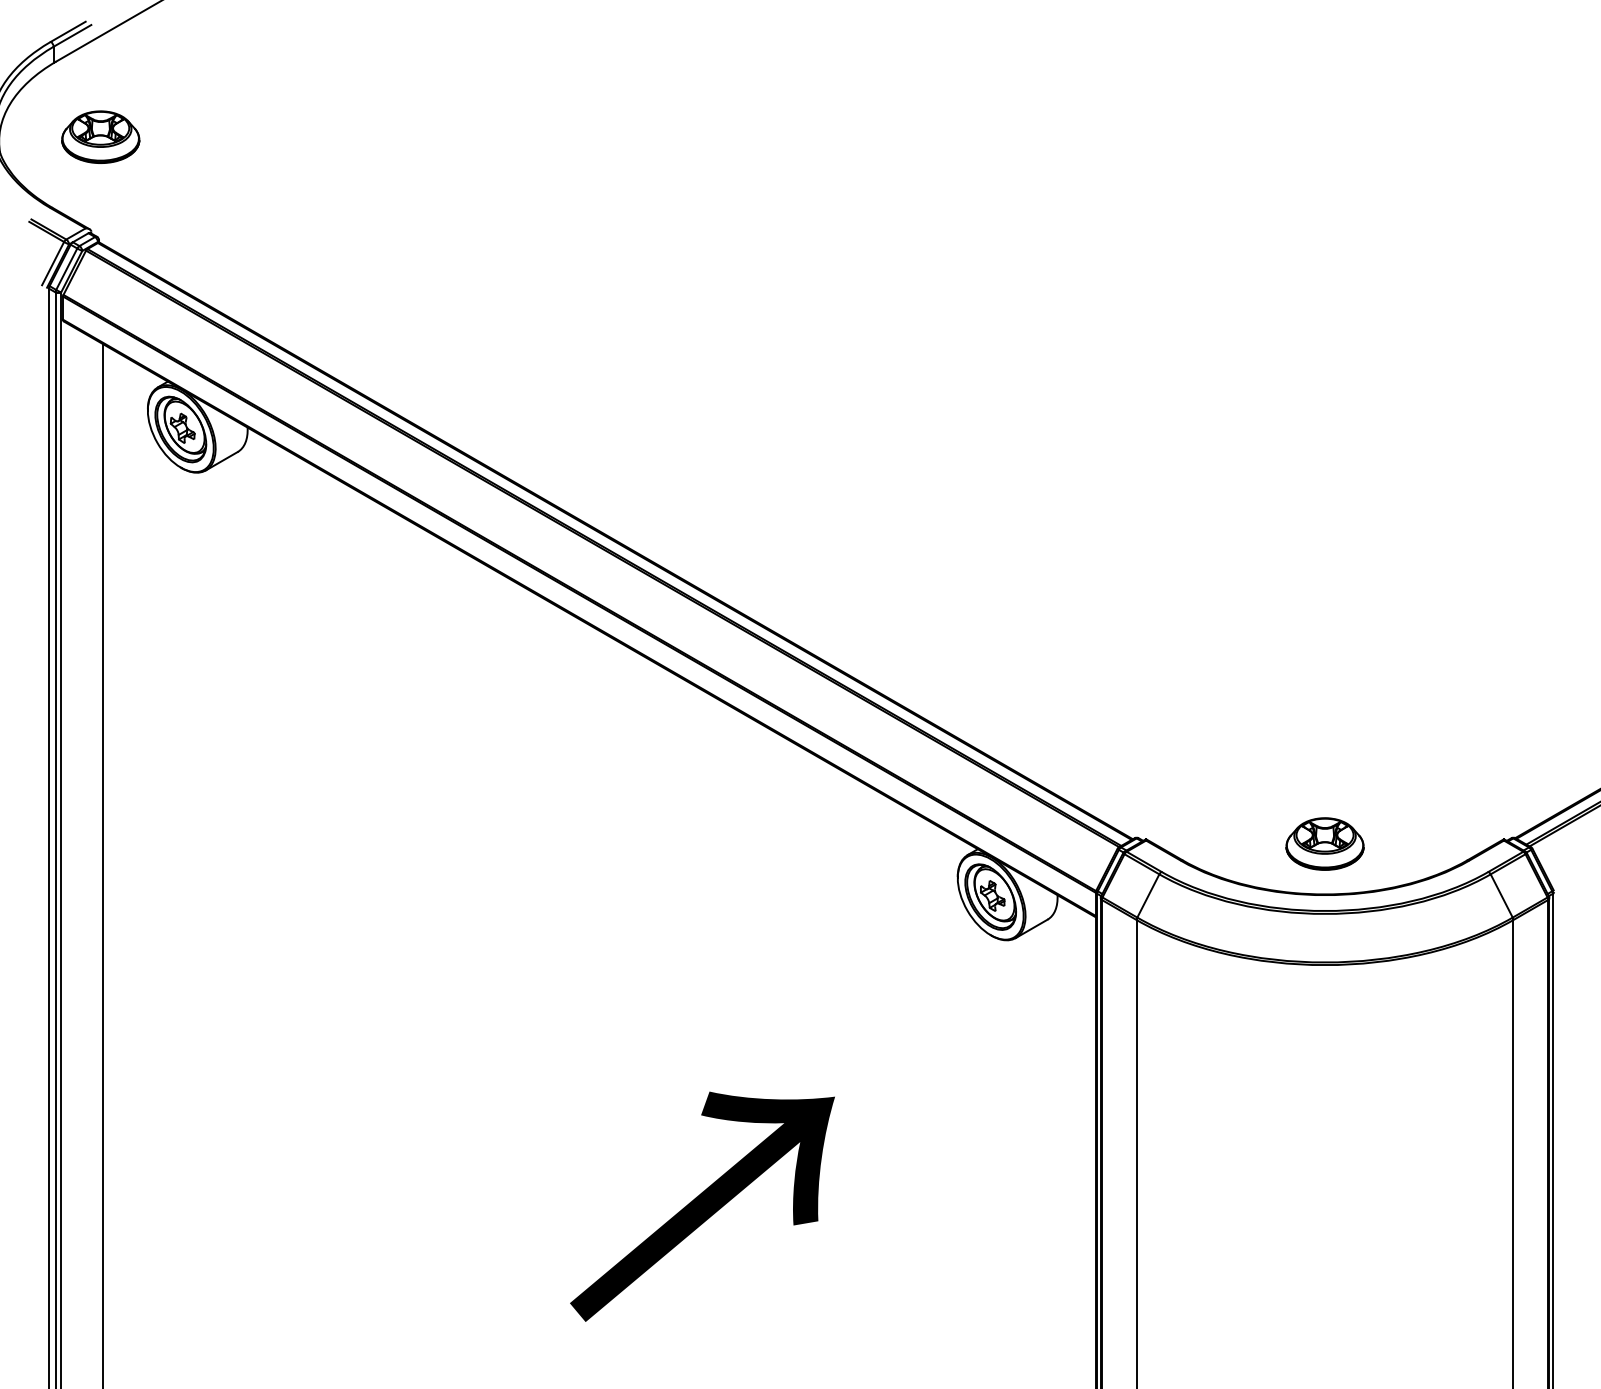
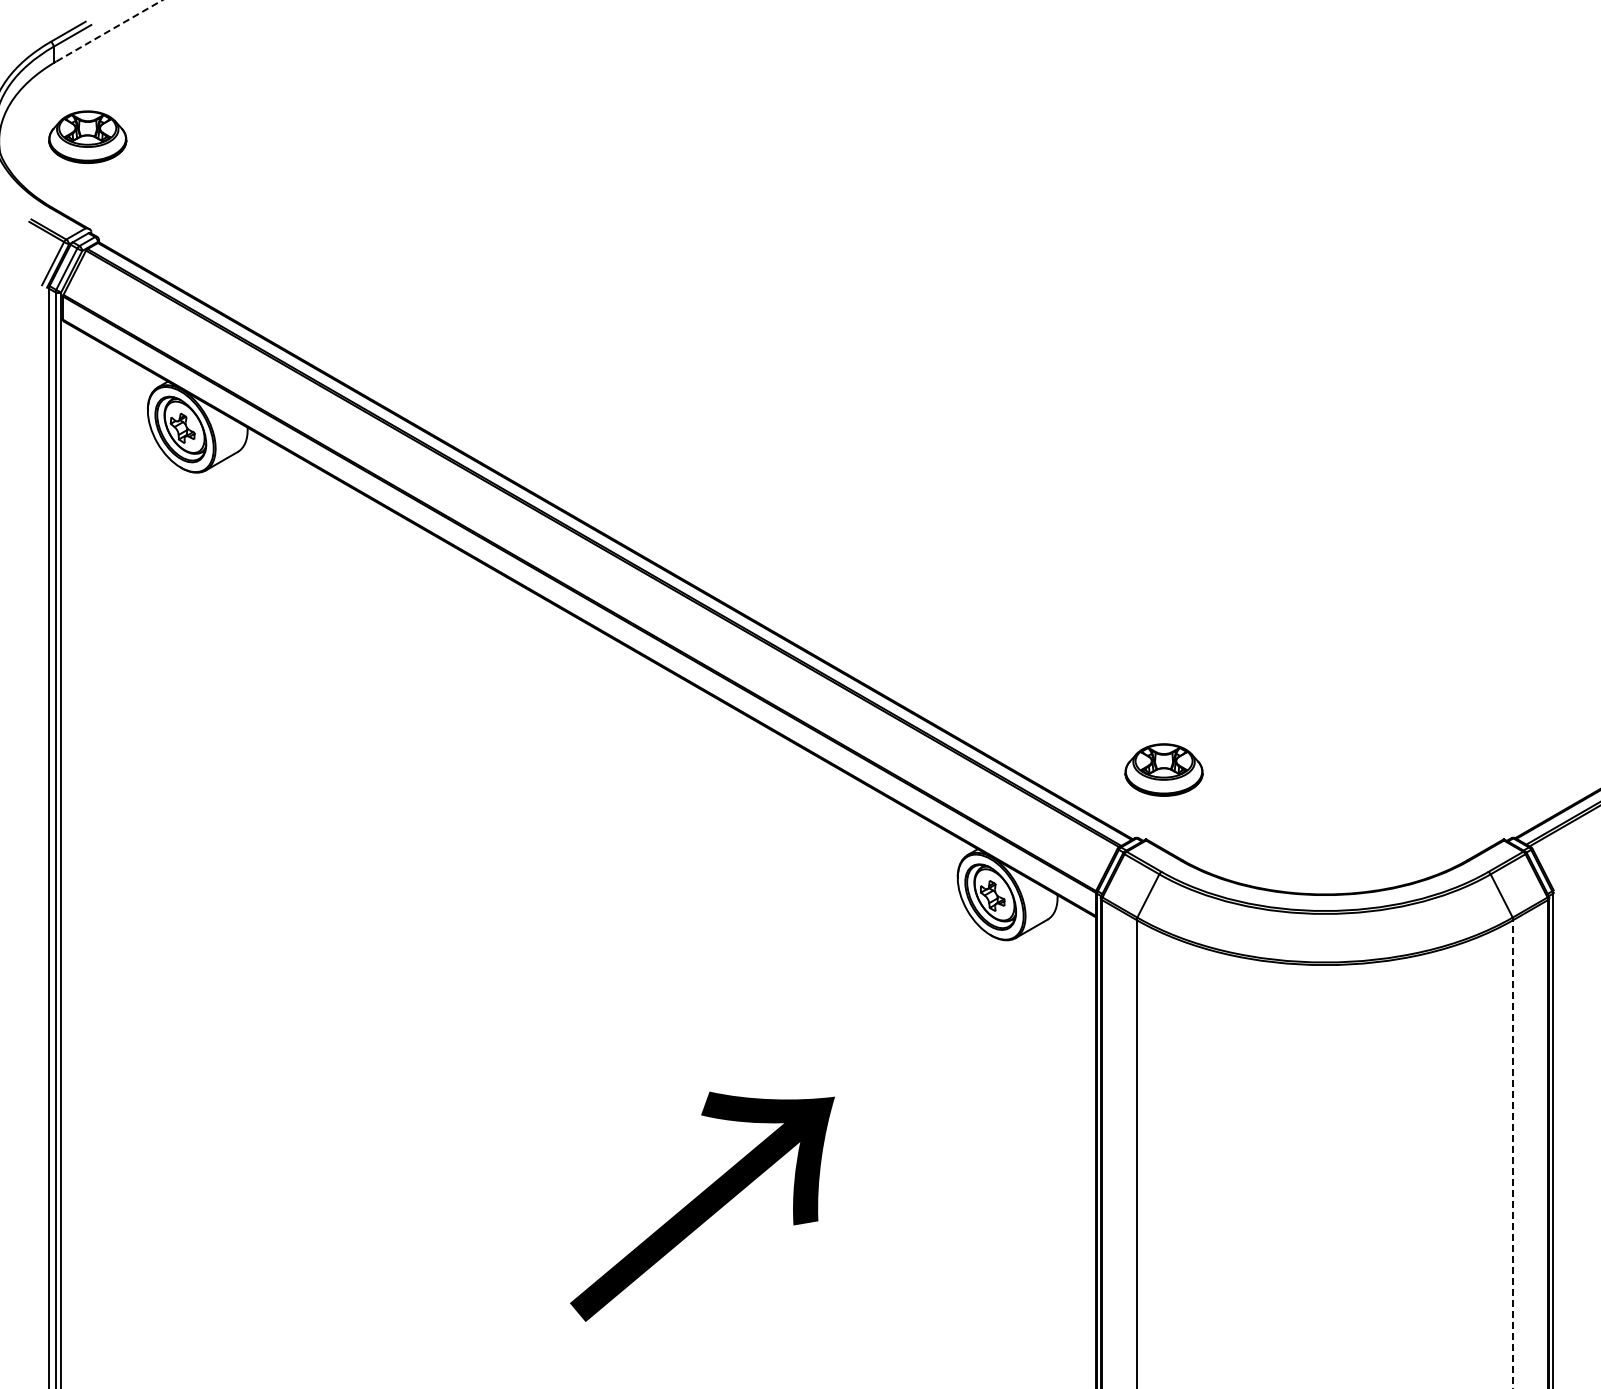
line at (109, 30): solid -> dashed
part at (100, 136) position: (100, 136) -> (87, 136)
part at (1324, 843) position: (1324, 843) -> (1163, 769)
line at (103, 864): present -> none
line at (1513, 1154): solid -> dashed
